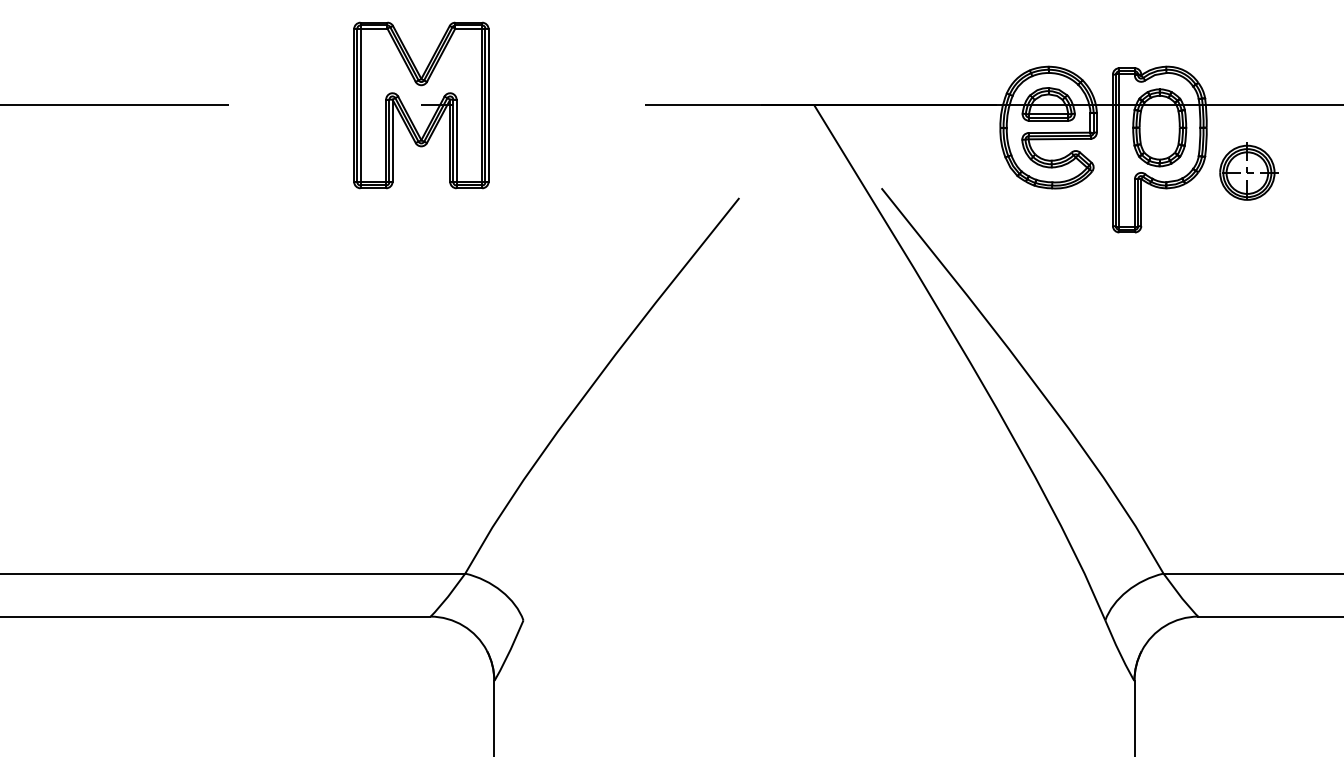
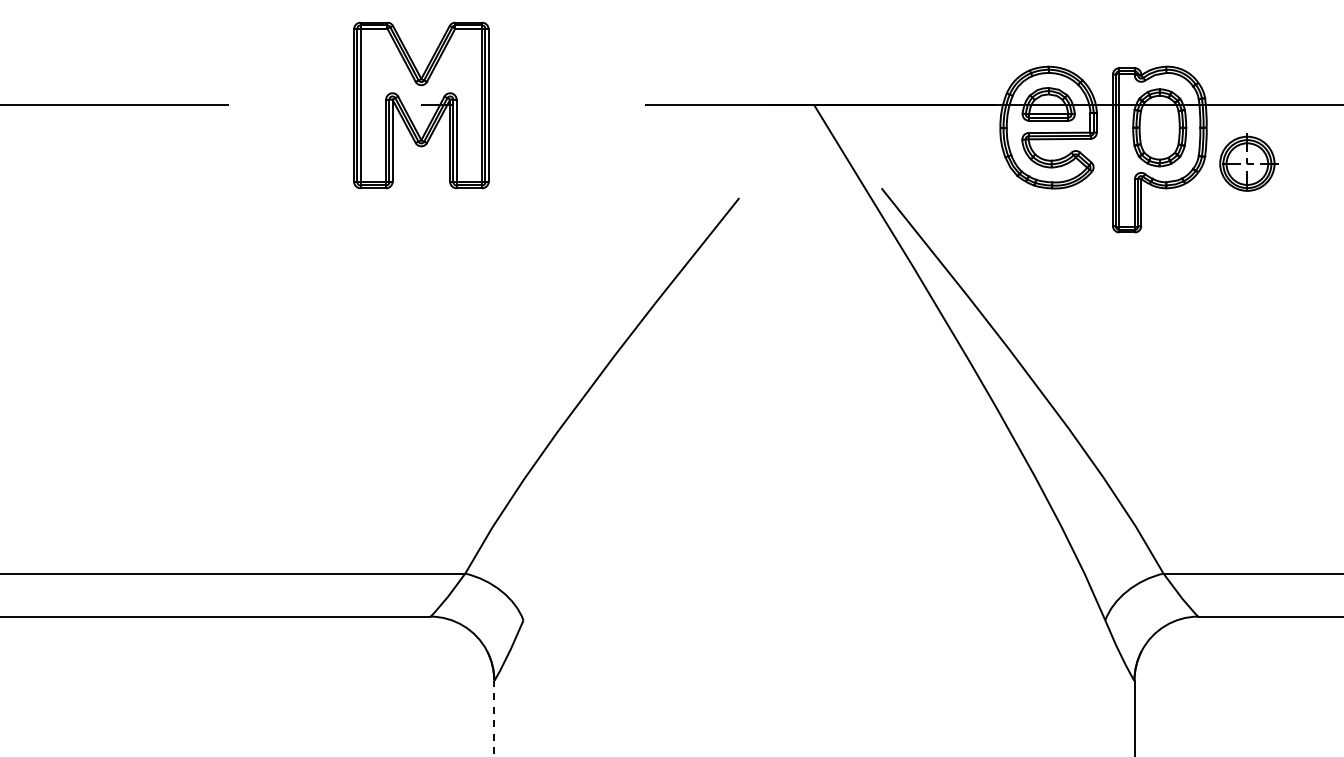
part at (1248, 171) position: (1248, 171) -> (1248, 162)
line at (494, 718): solid -> dashed
